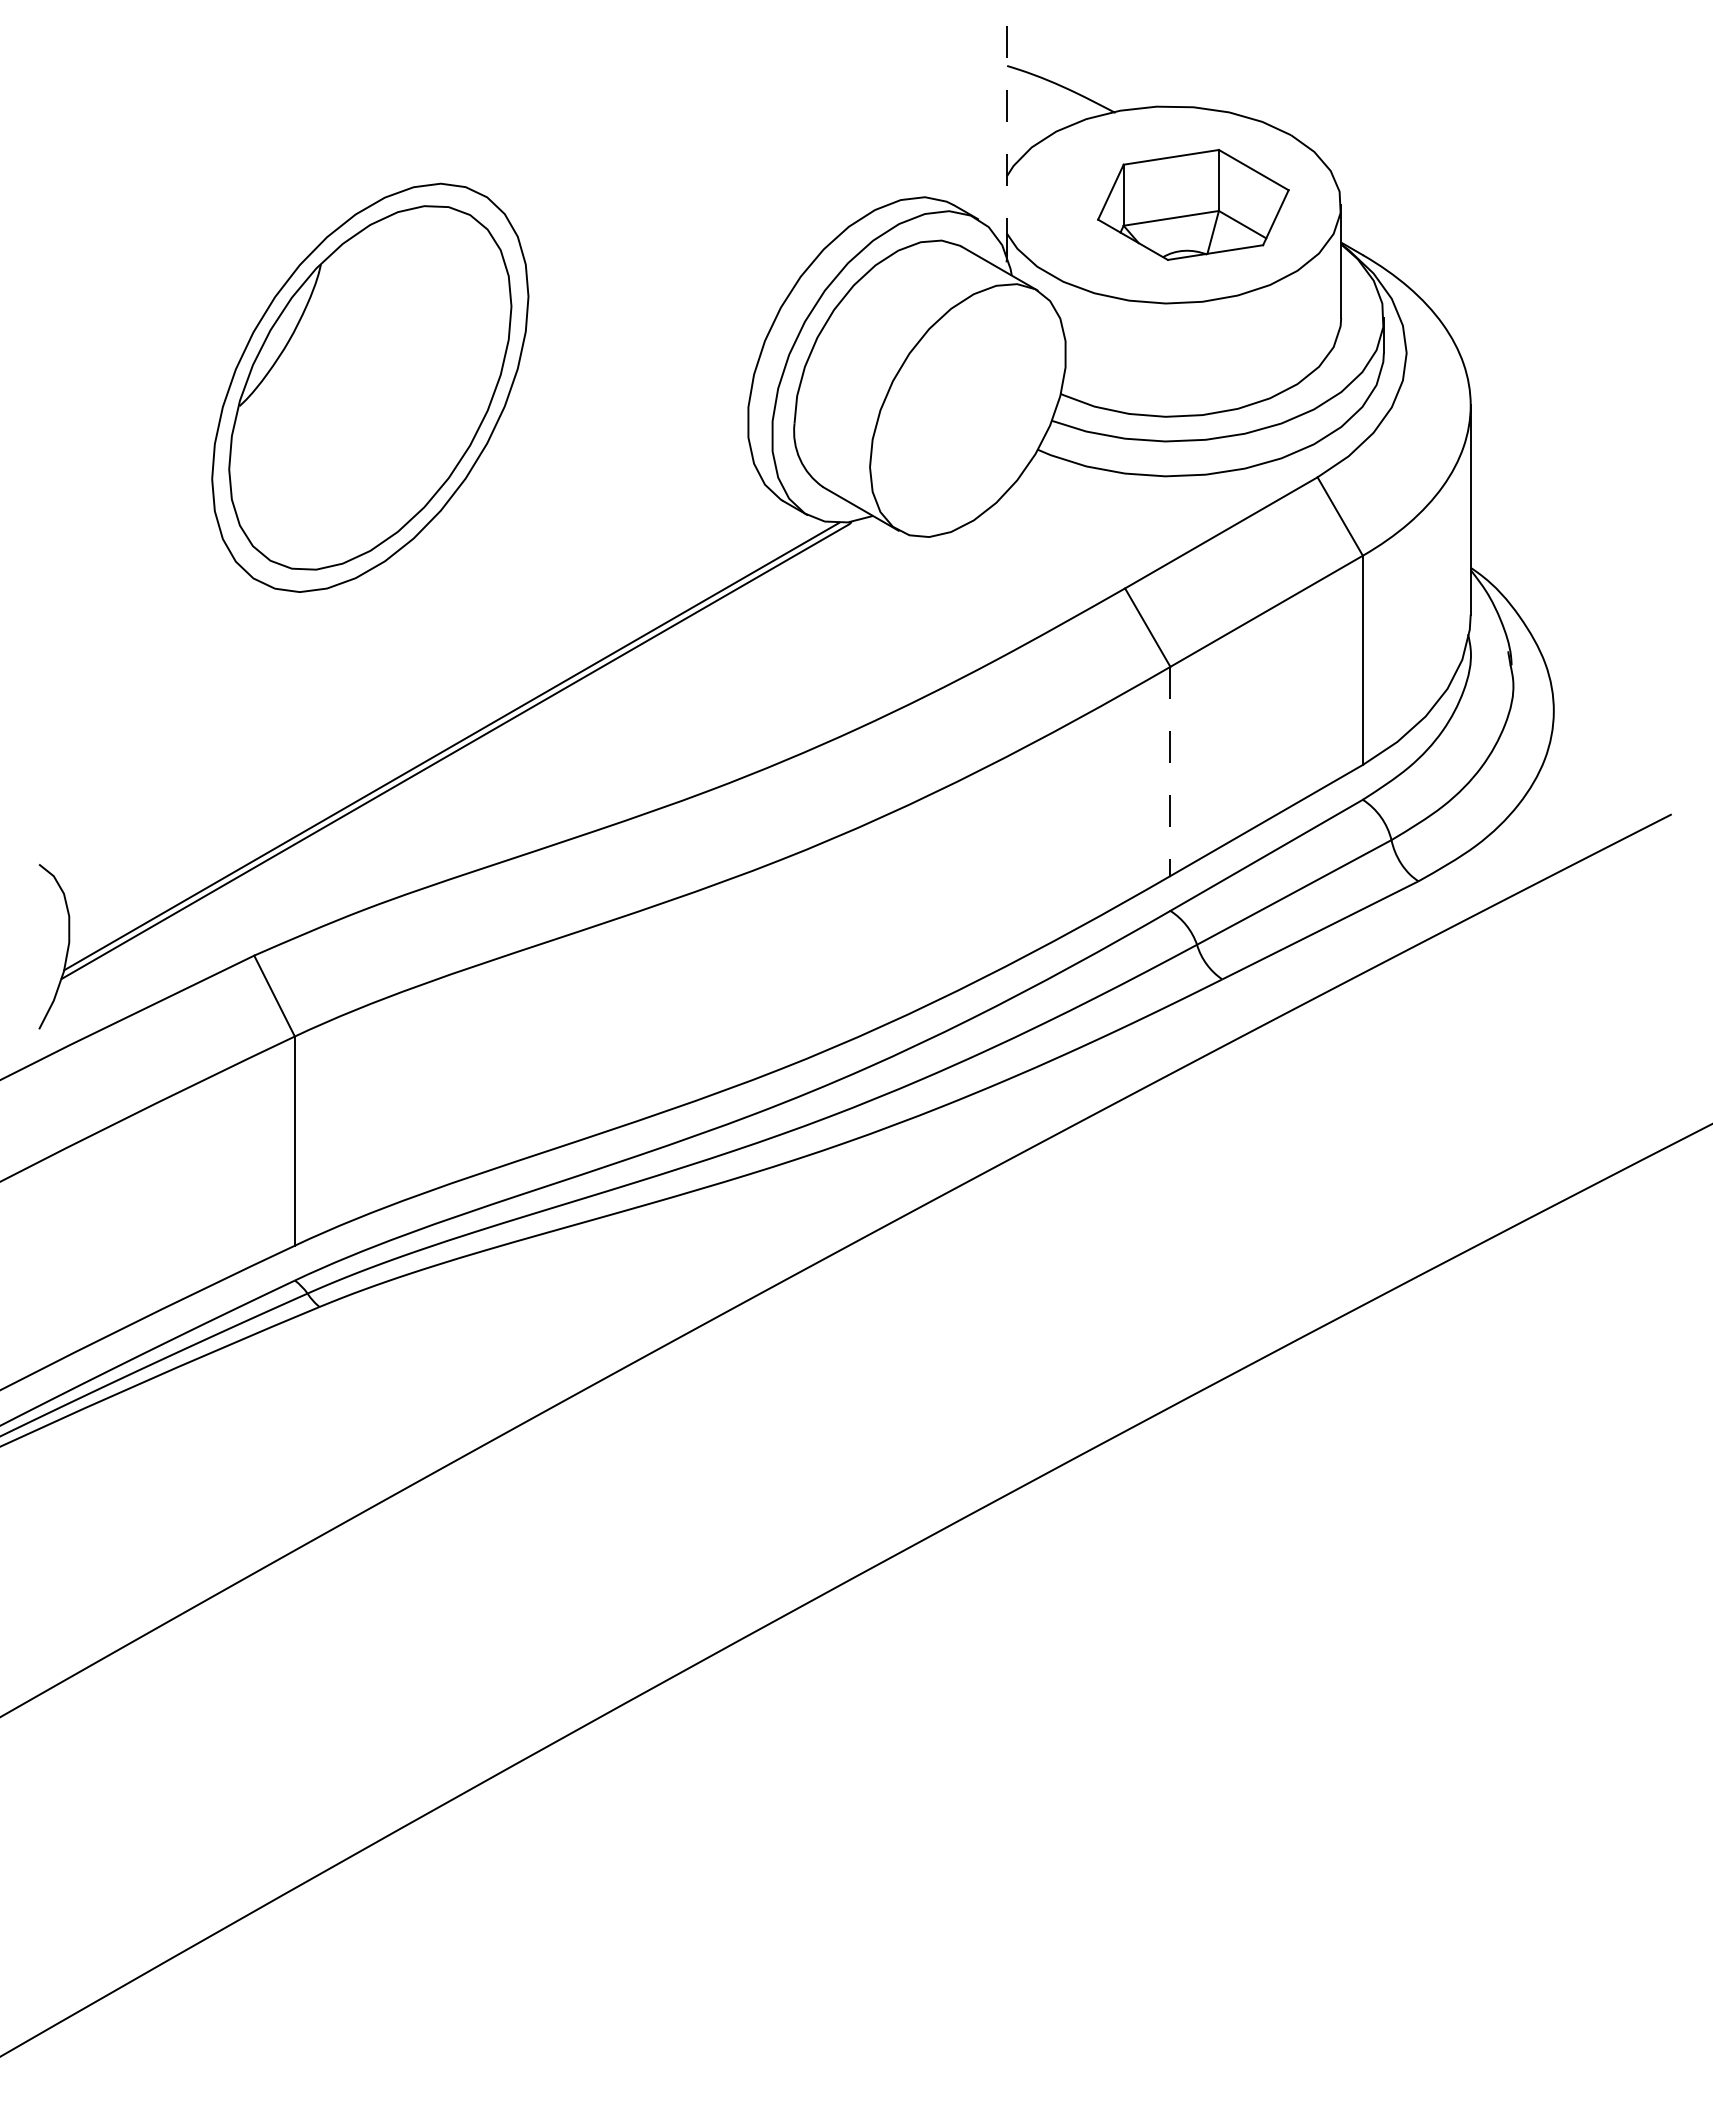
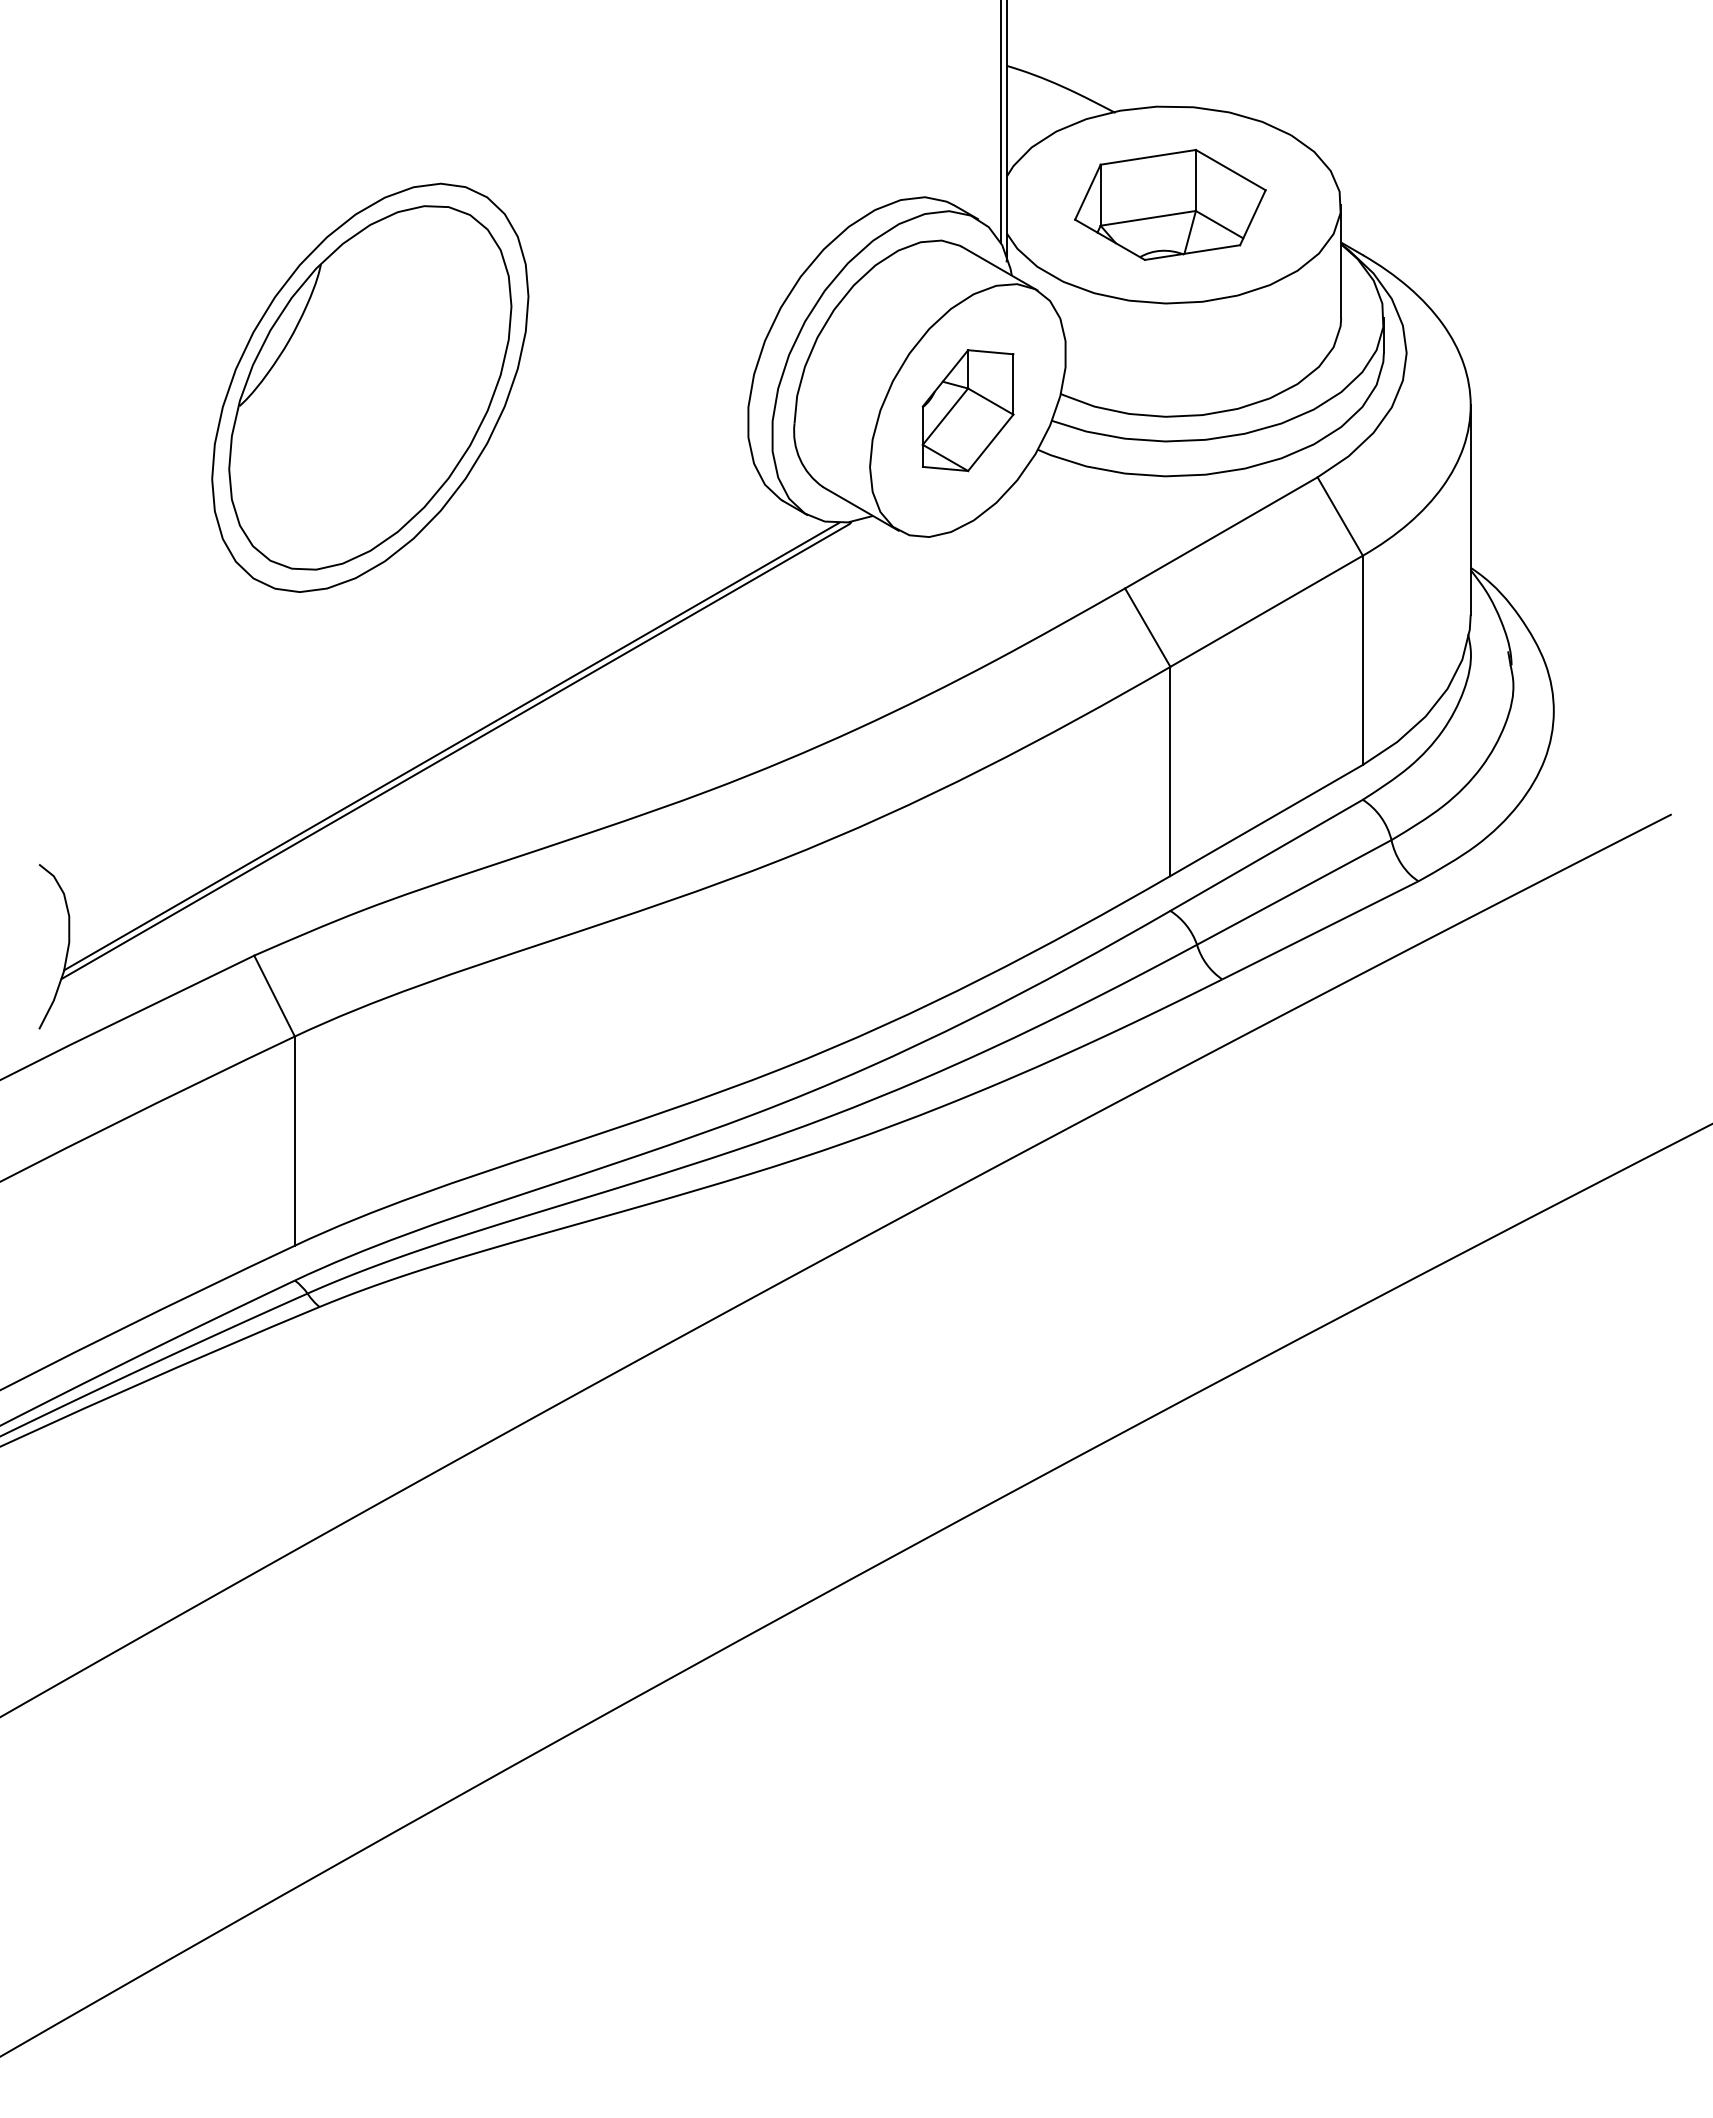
line at (1000, 122): none -> present
line at (1007, 125): dashed -> solid
part at (1193, 204) position: (1193, 204) -> (1170, 204)
part at (967, 410): none -> present
line at (1170, 771): dashed -> solid
